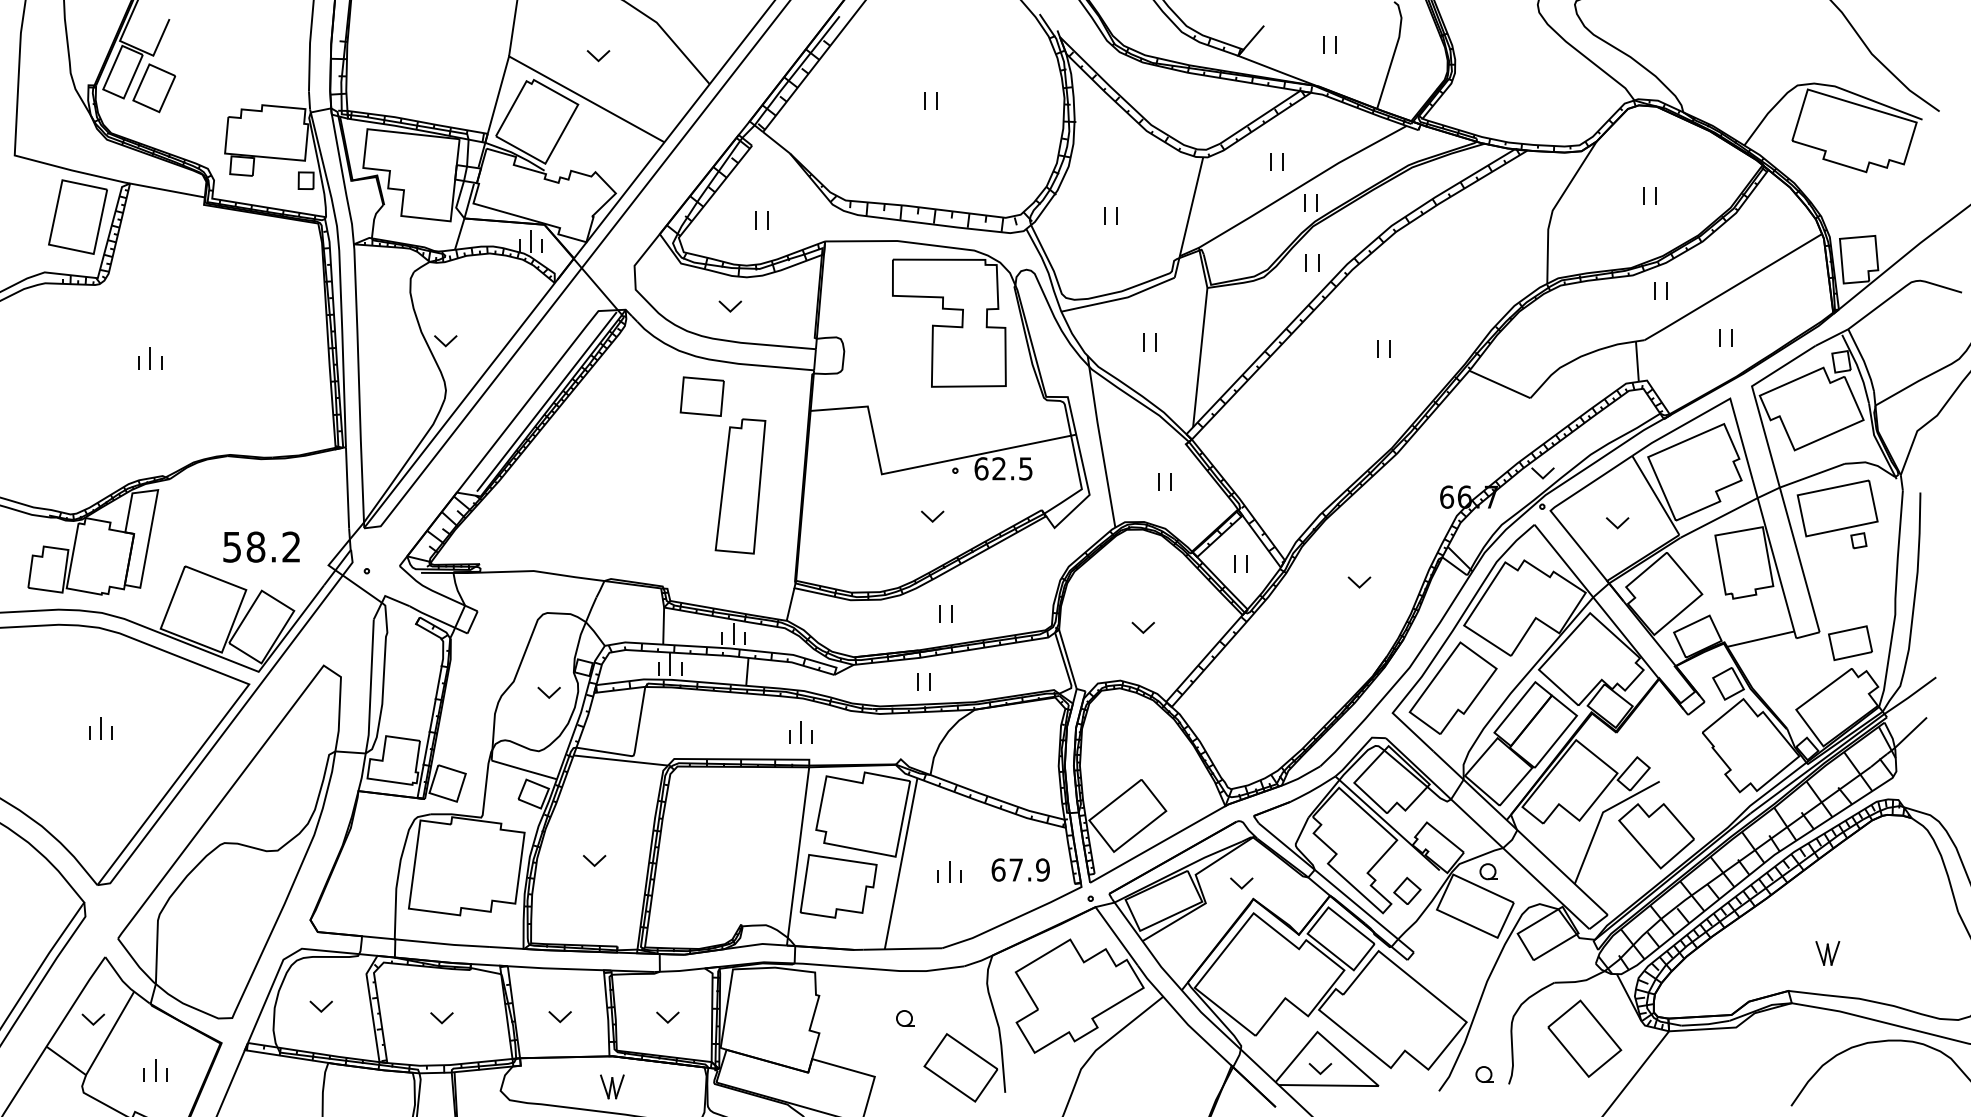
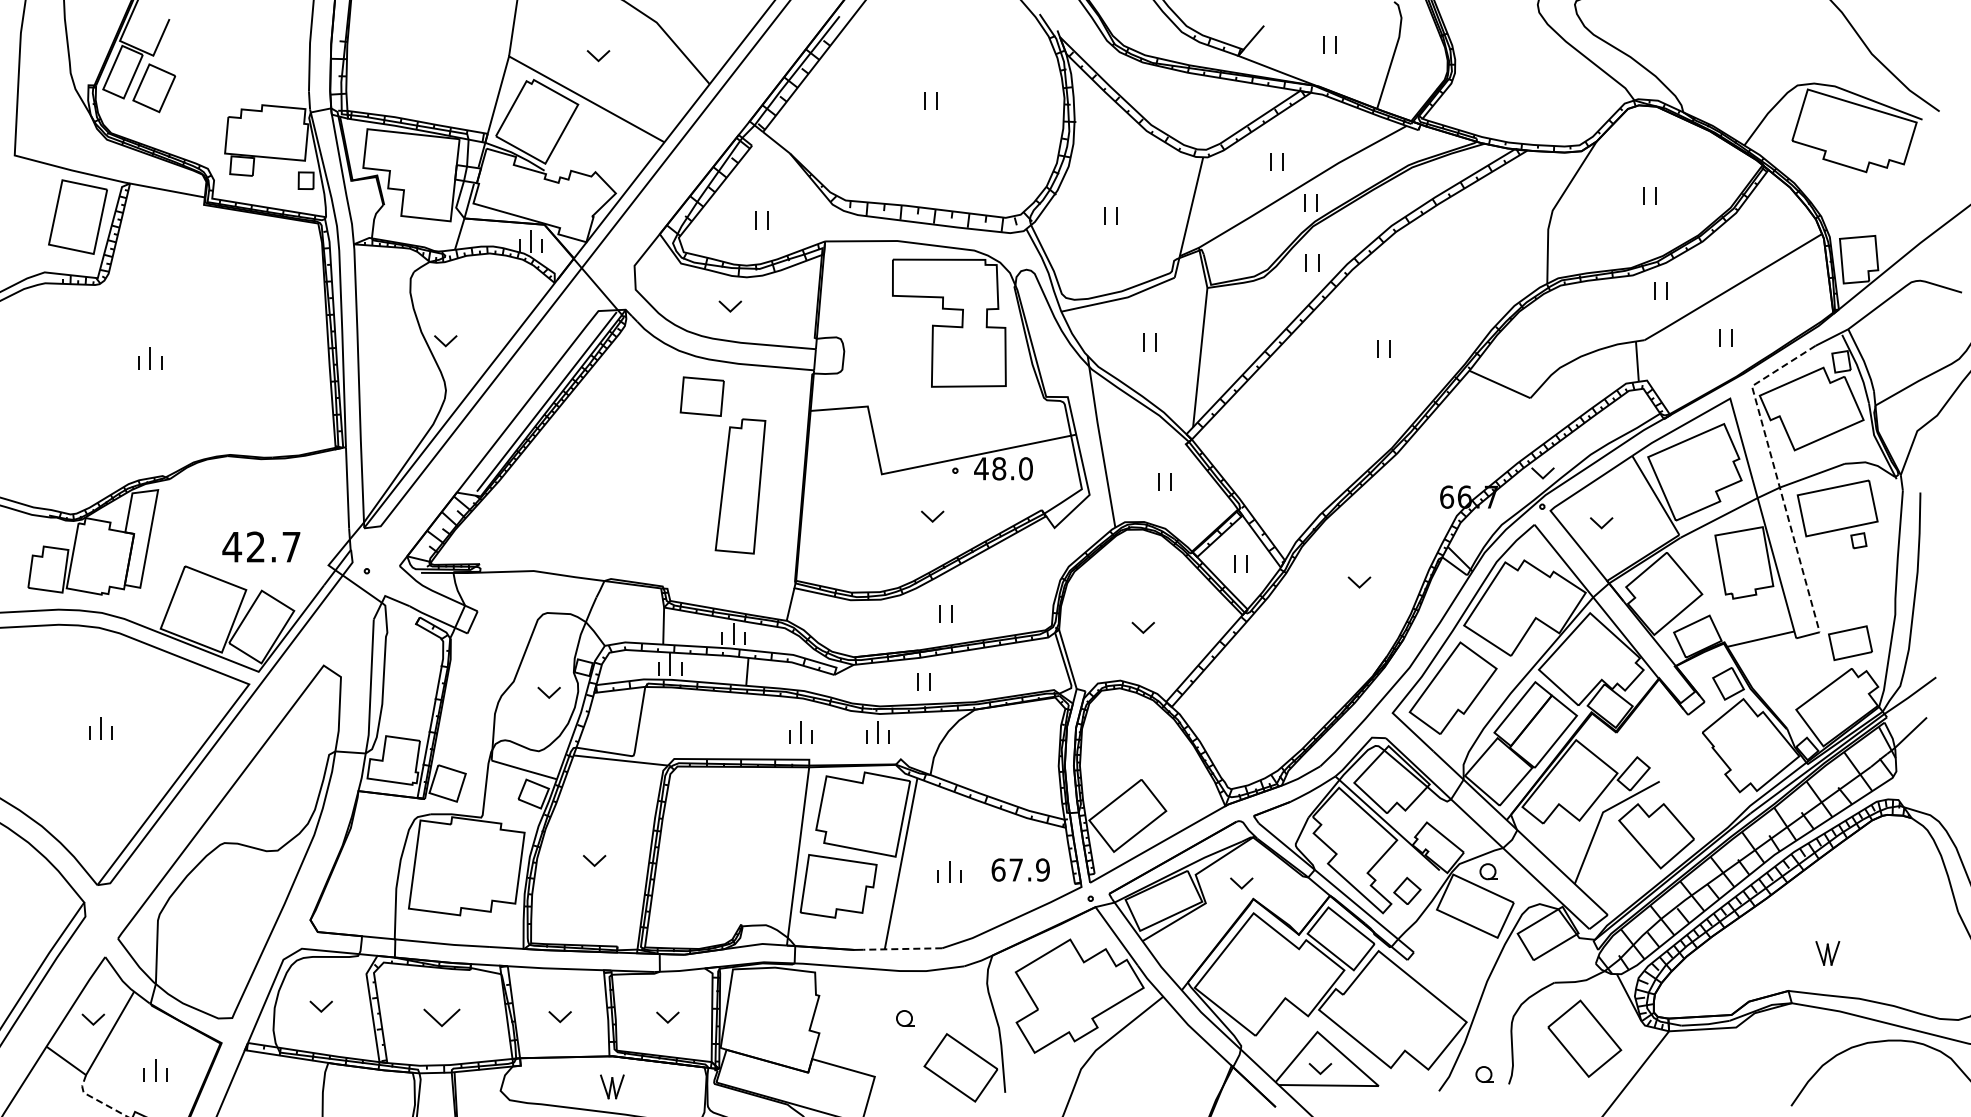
text at (1003, 468): 62.5 -> 48.0
line at (1775, 473): solid -> dashed
part at (1617, 523) position: (1617, 523) -> (1601, 523)
text at (261, 546): 58.2 -> 42.7
part at (877, 732): none -> present
line at (902, 949): solid -> dashed
part at (441, 1018) size: 24x13 px -> 38x19 px
line at (96, 1099): solid -> dashed
